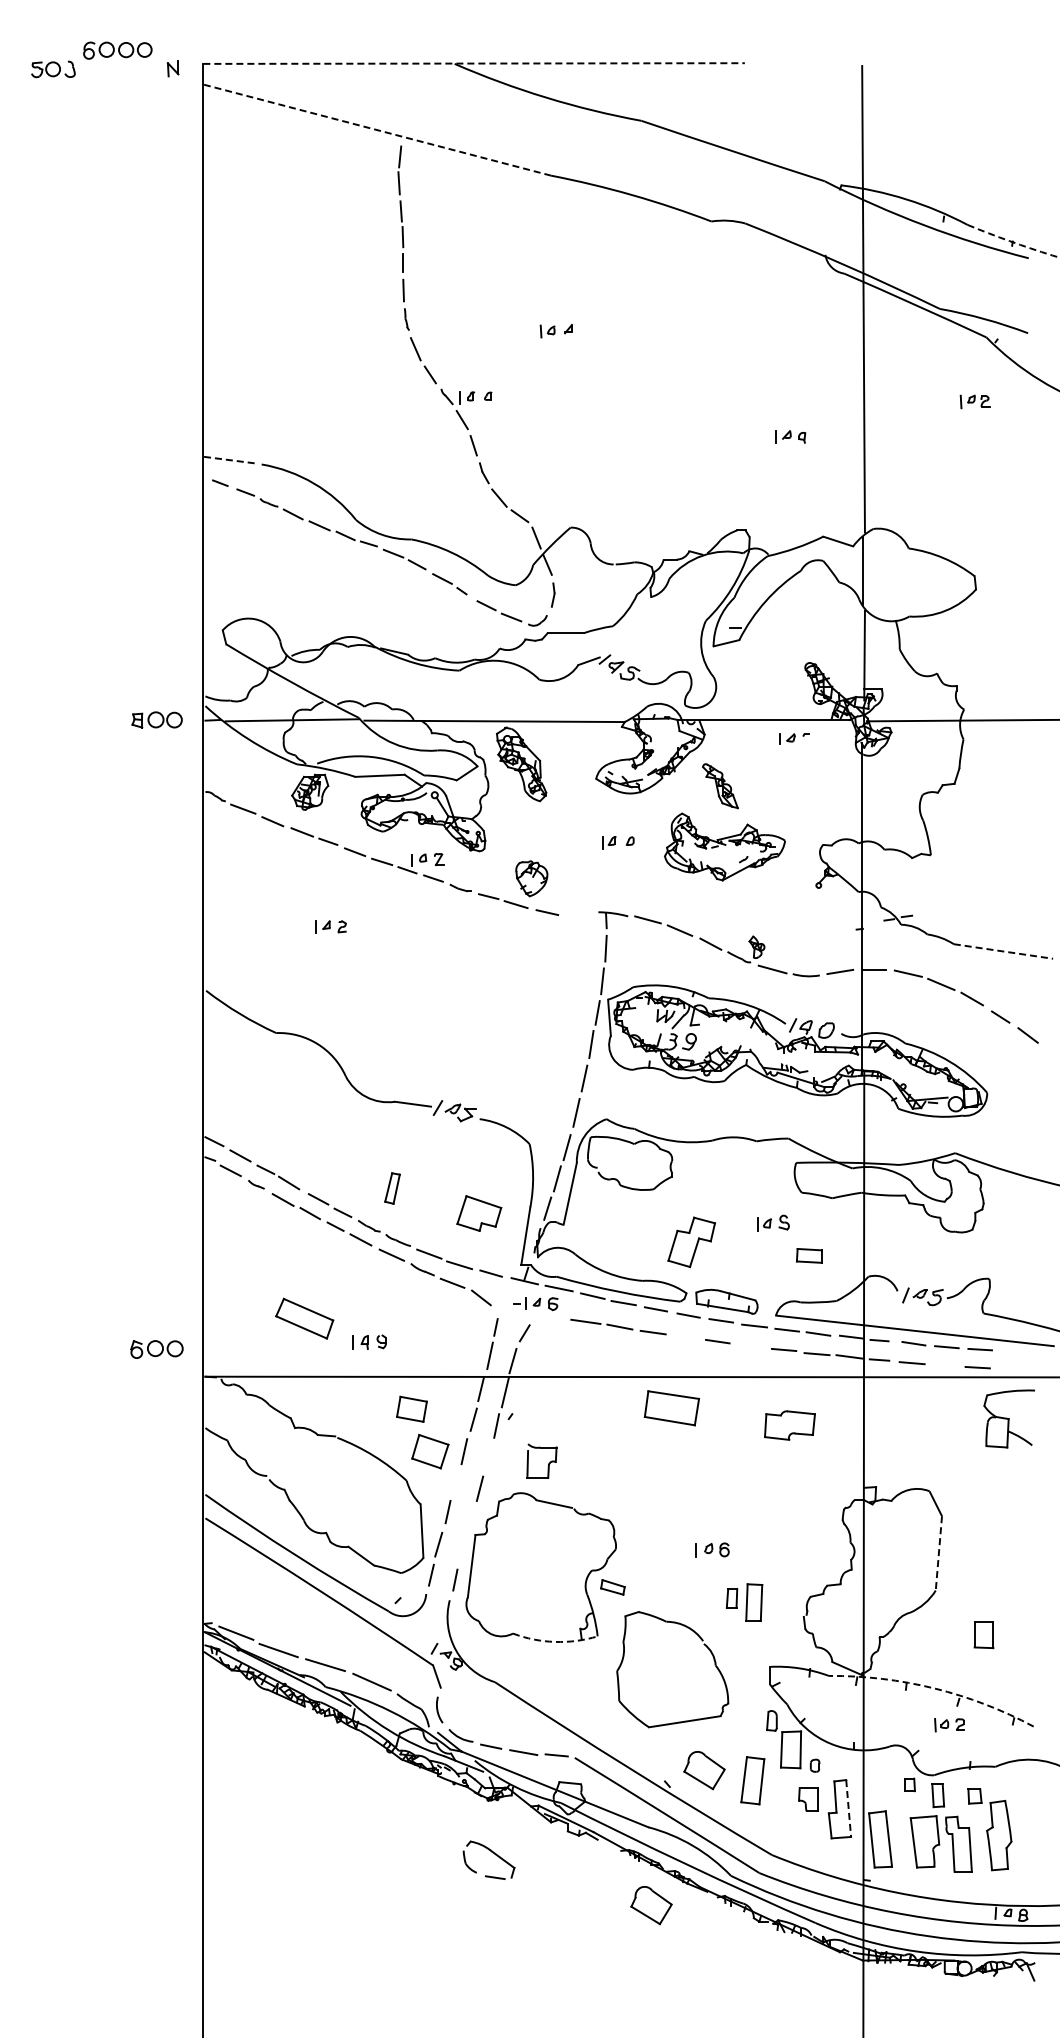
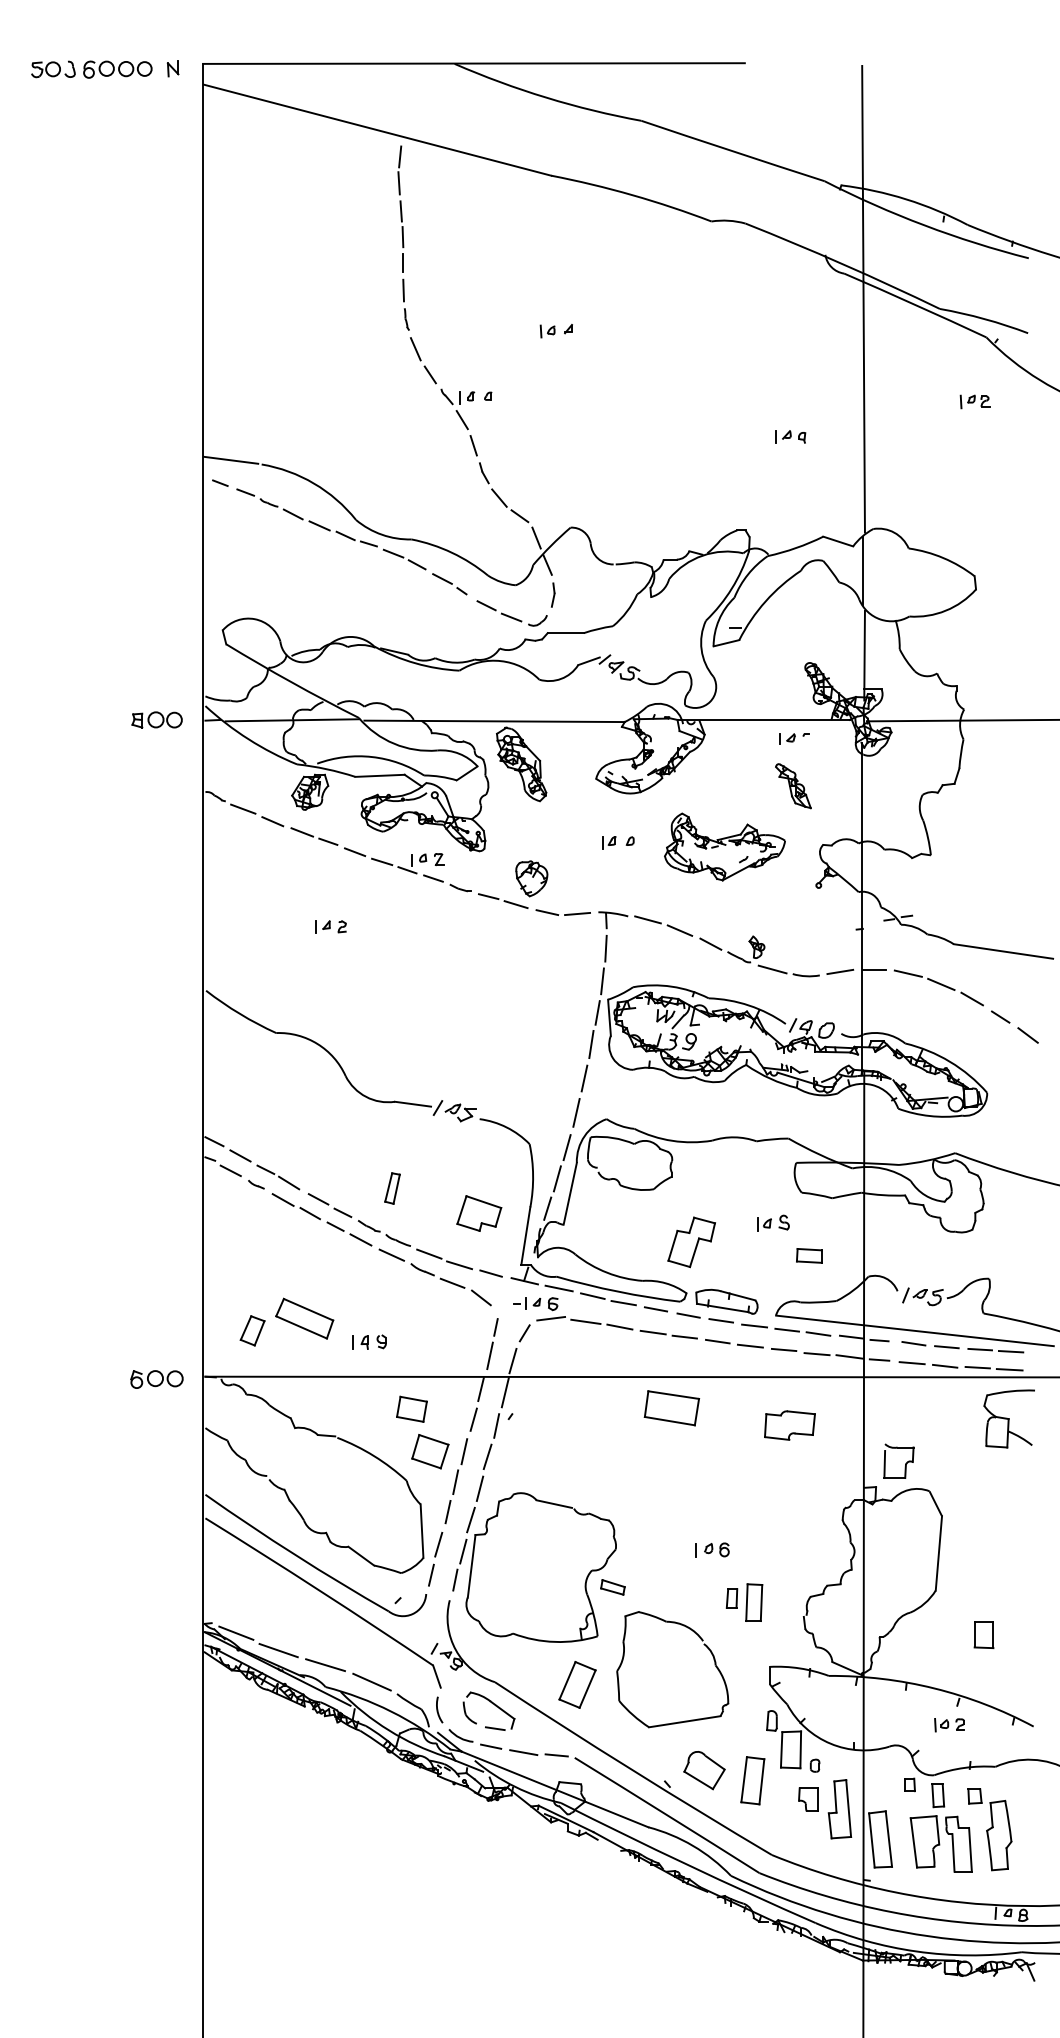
part at (117, 50) position: (117, 50) -> (117, 69)
line at (474, 63): dashed -> solid
line at (377, 130): dashed -> solid
arc at (1013, 242): dashed -> solid
line at (231, 460): dashed -> solid
part at (720, 786) position: (720, 786) -> (793, 786)
line at (577, 913): none -> present
line at (1003, 951): dashed -> solid
line at (551, 1318): none -> present
part at (252, 1330): none -> present
line at (684, 1336): none -> present
line at (749, 1345): none -> present
part at (156, 1349) position: (156, 1349) -> (156, 1379)
line at (1010, 1351): none -> present
line at (945, 1365): none -> present
line at (1009, 1369): none -> present
line at (487, 1456): none -> present
part at (548, 1463) position: (548, 1463) -> (905, 1463)
line at (455, 1482): none -> present
line at (470, 1519): none -> present
line at (463, 1551): none -> present
line at (938, 1553): dashed -> solid
arc at (555, 1641): dashed -> solid
part at (577, 1684): none -> present
arc at (934, 1688): dashed -> solid
line at (848, 1808): dashed -> solid
part at (492, 1853) position: (492, 1853) -> (492, 1704)
part at (651, 1905): present -> none
